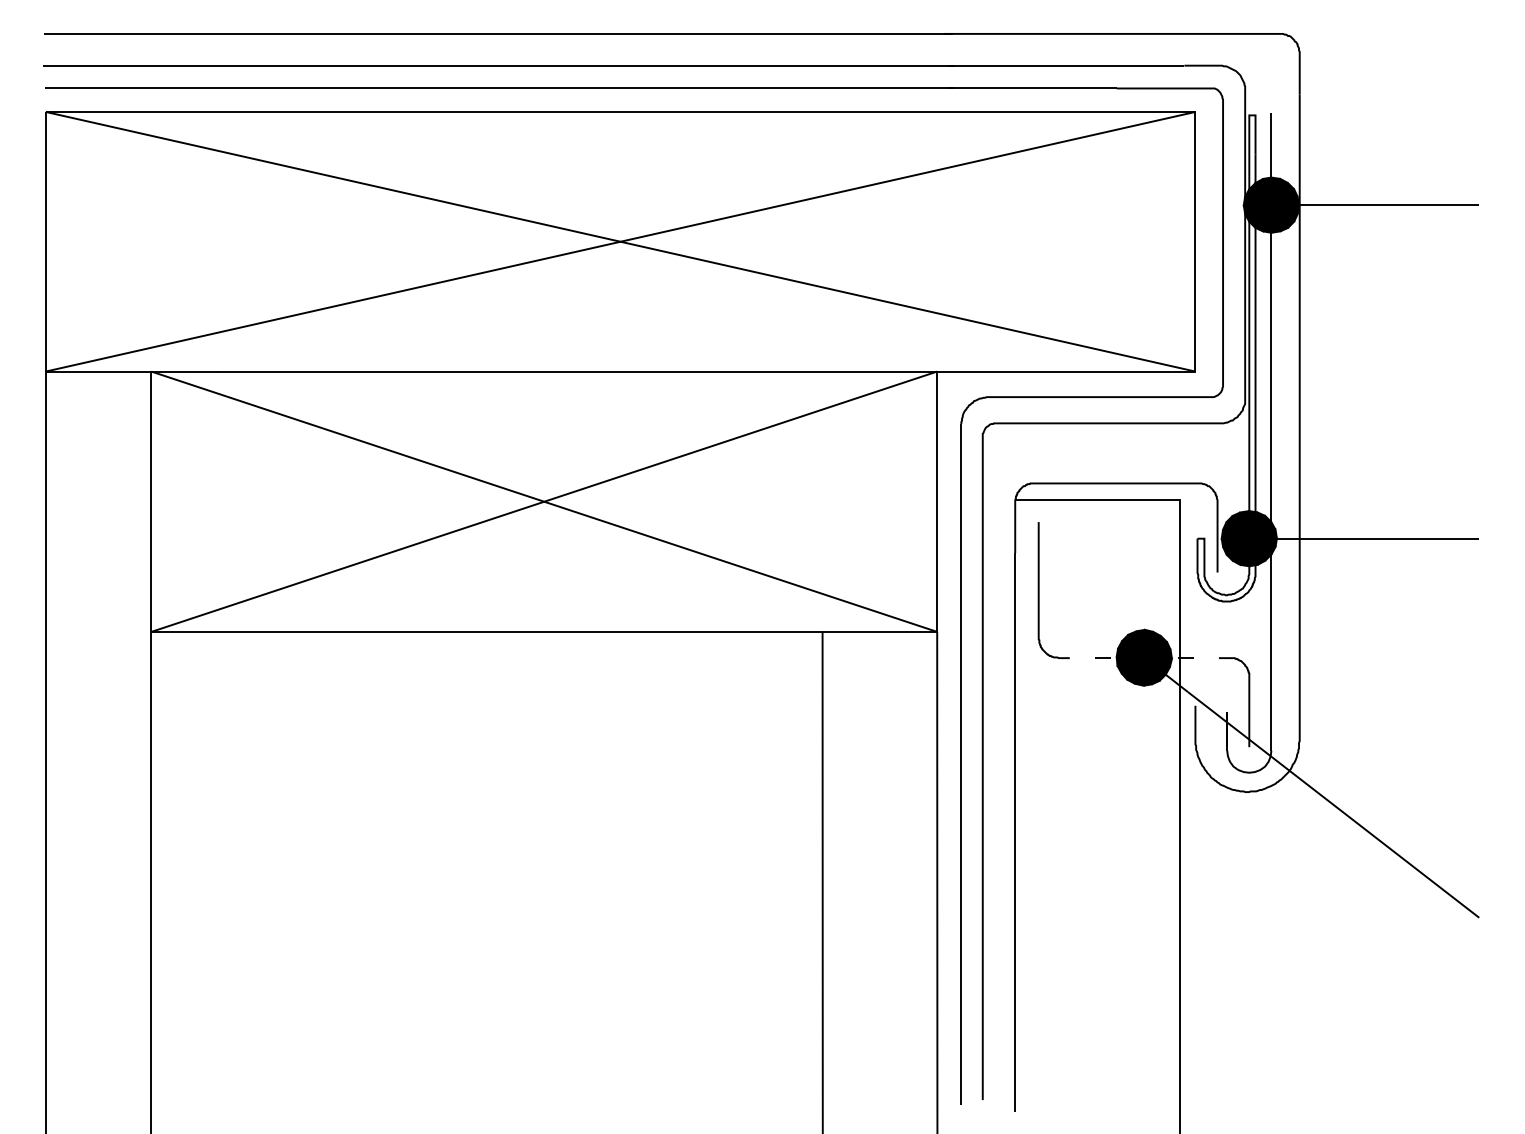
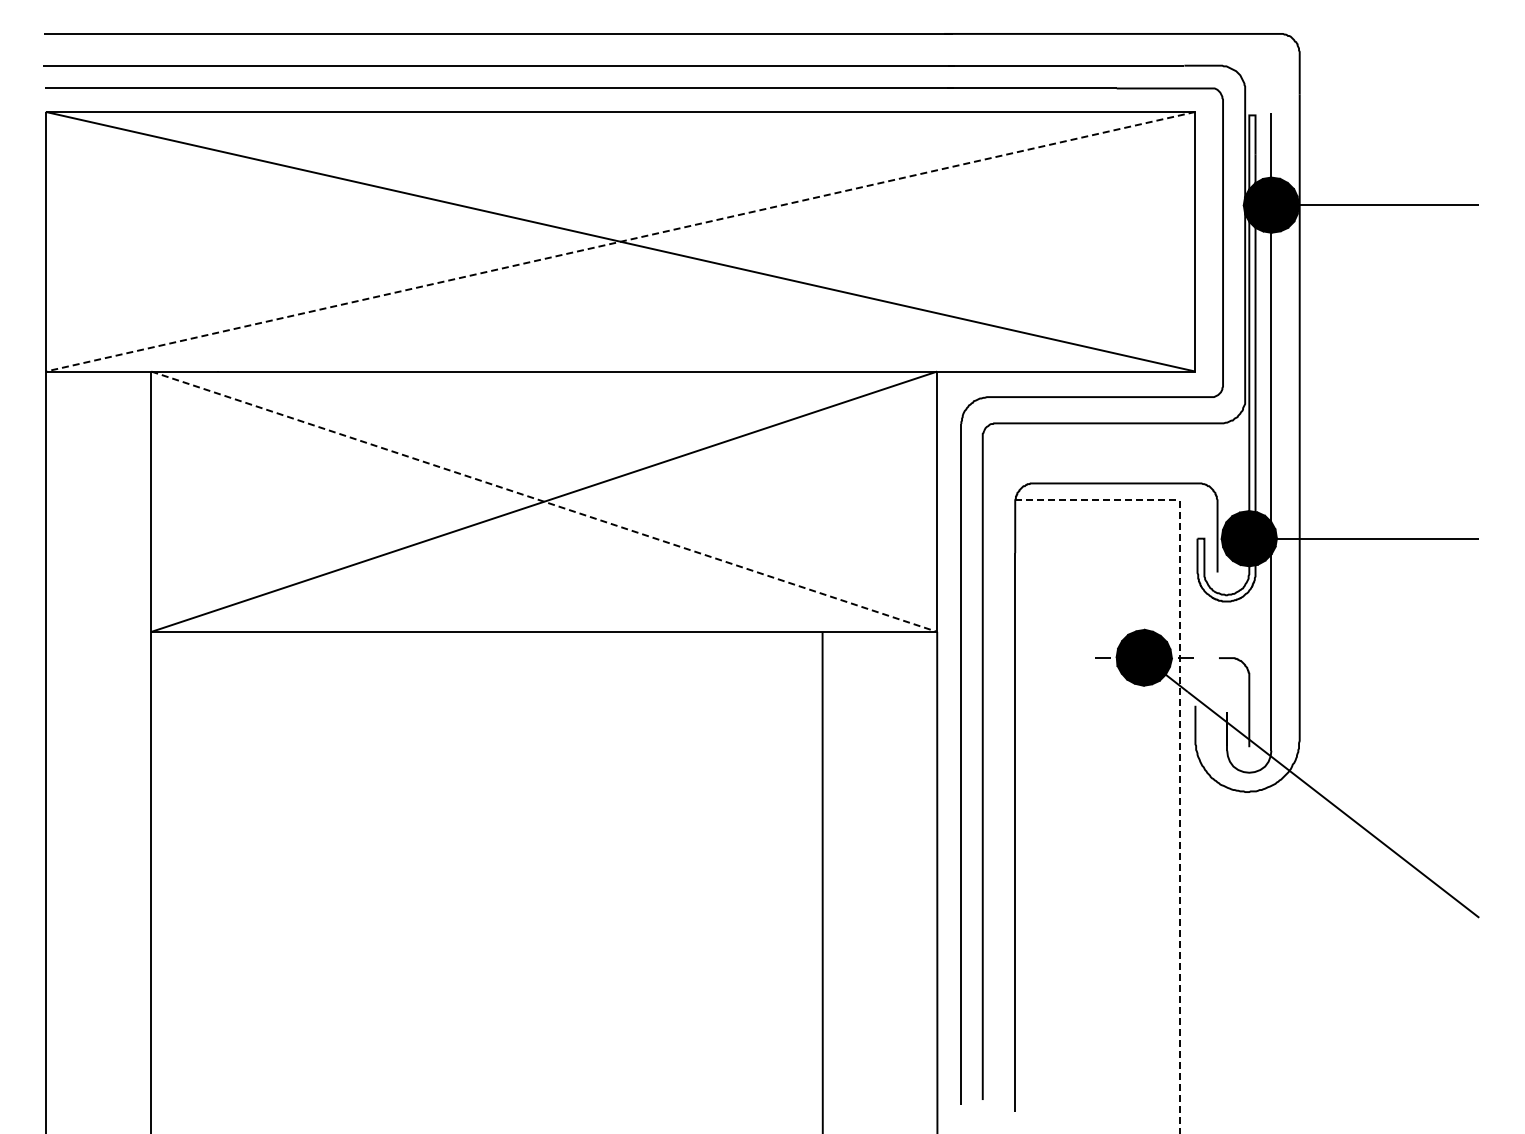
line at (620, 241): solid -> dashed
line at (544, 501): solid -> dashed
curve at (1039, 590): present -> none
line at (1179, 733): solid -> dashed
